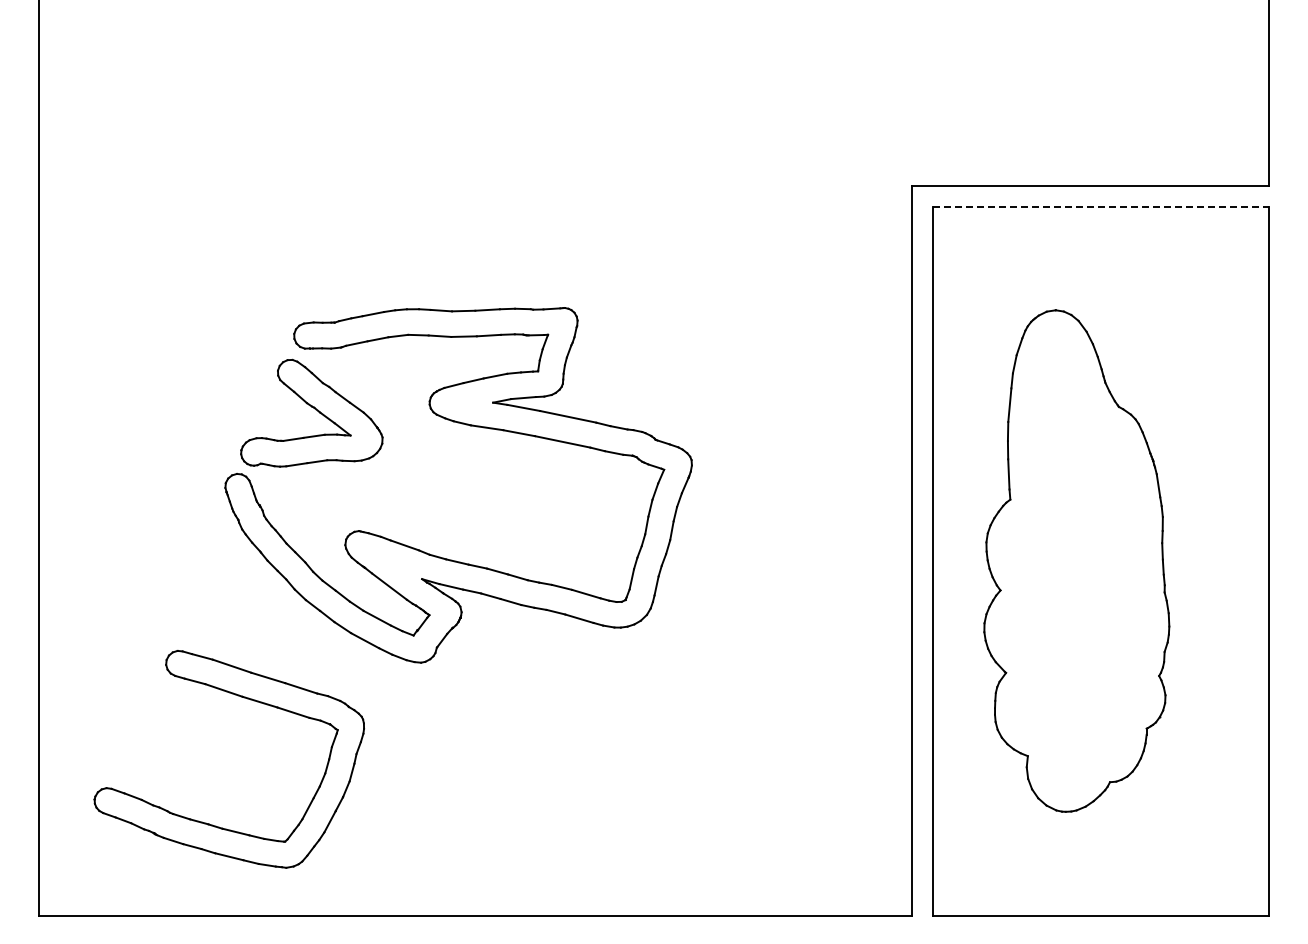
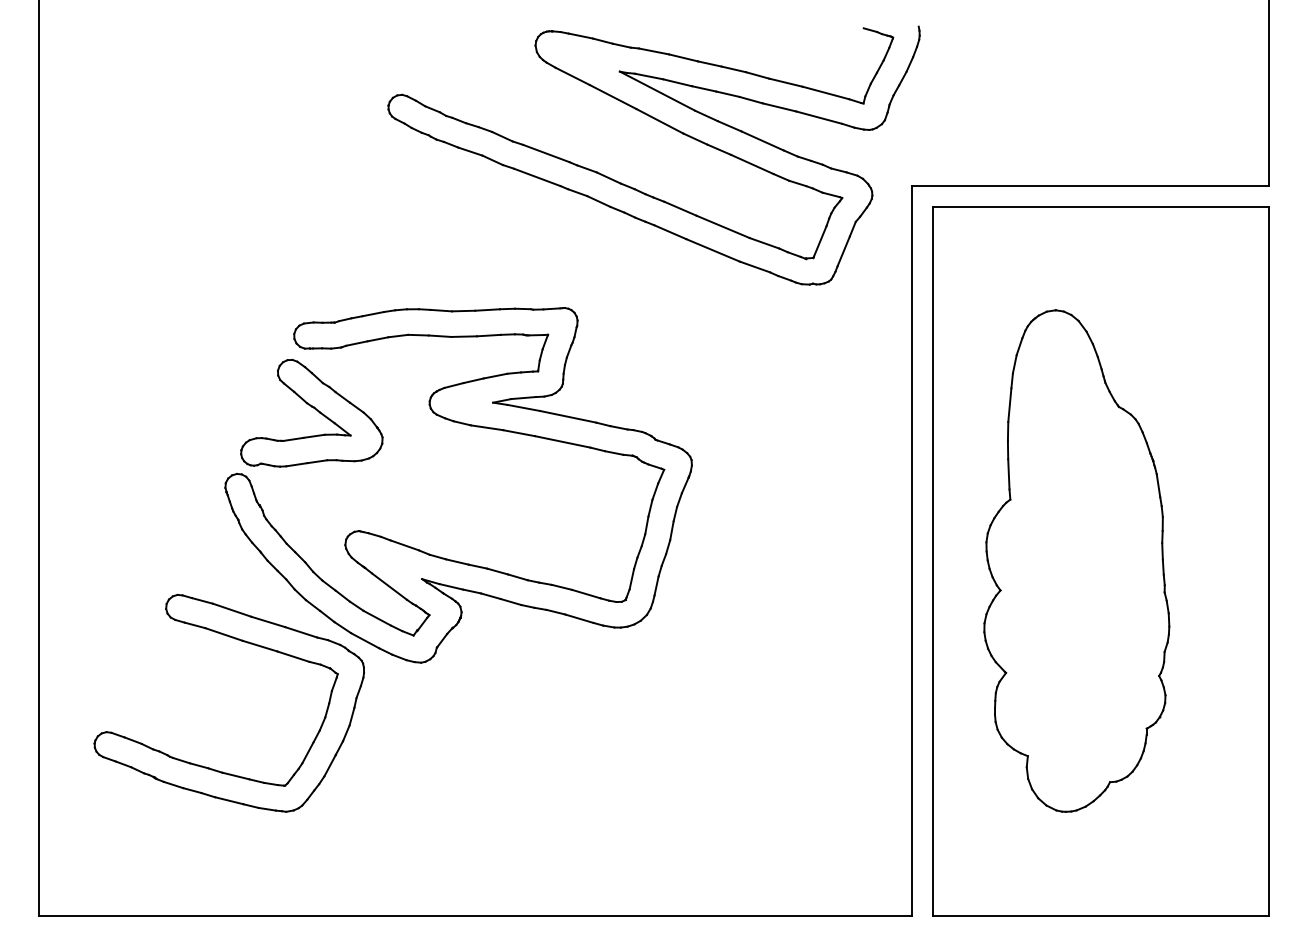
part at (667, 126): none -> present
line at (1101, 207): dashed -> solid
part at (247, 699) position: (247, 699) -> (247, 643)
